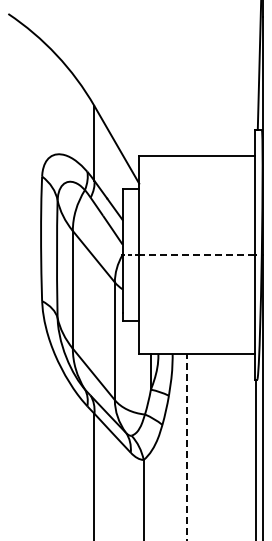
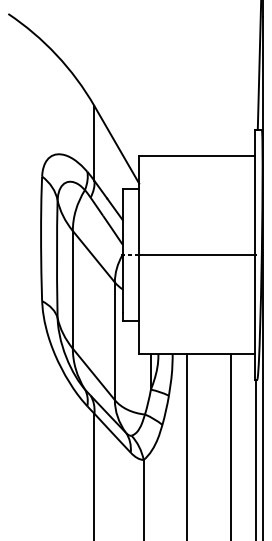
line at (197, 254): dashed -> solid
line at (231, 445): none -> present
line at (186, 446): dashed -> solid
